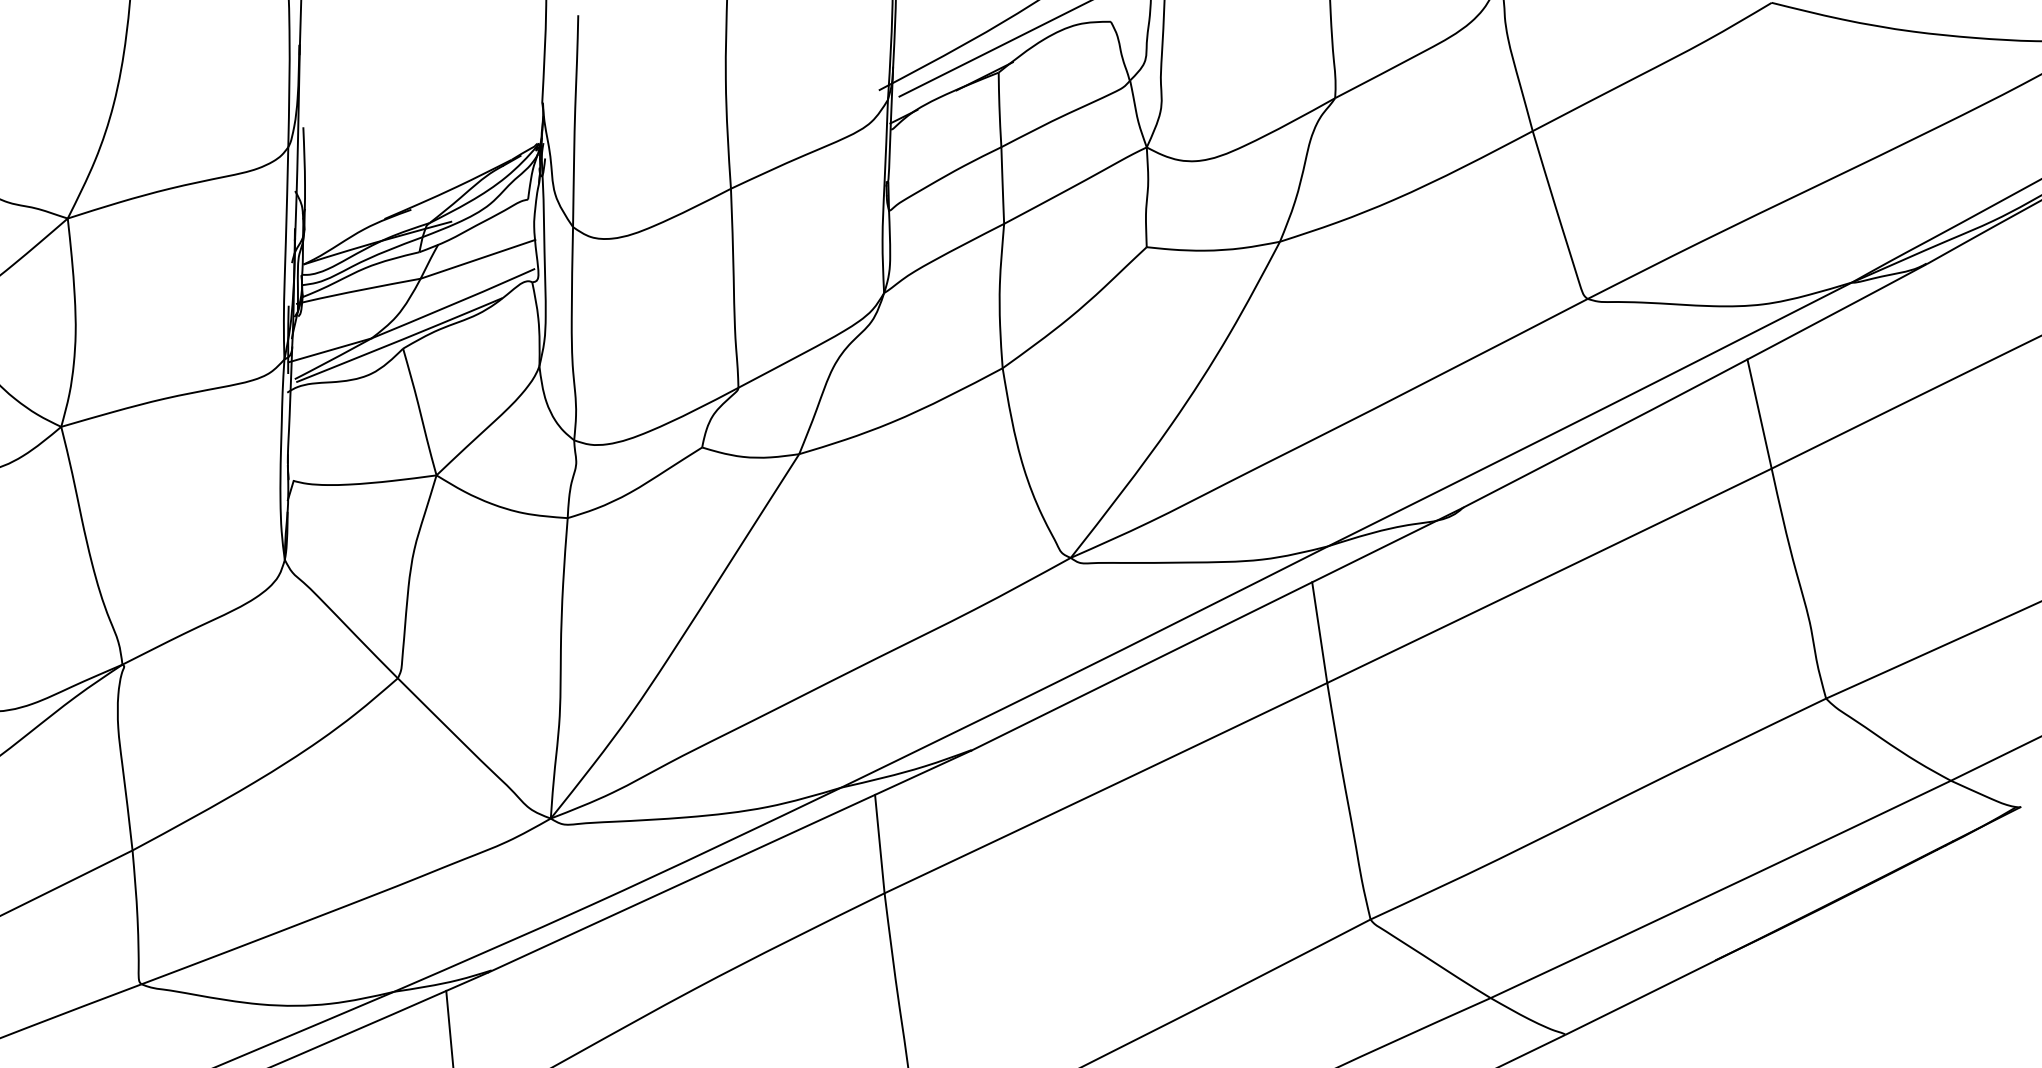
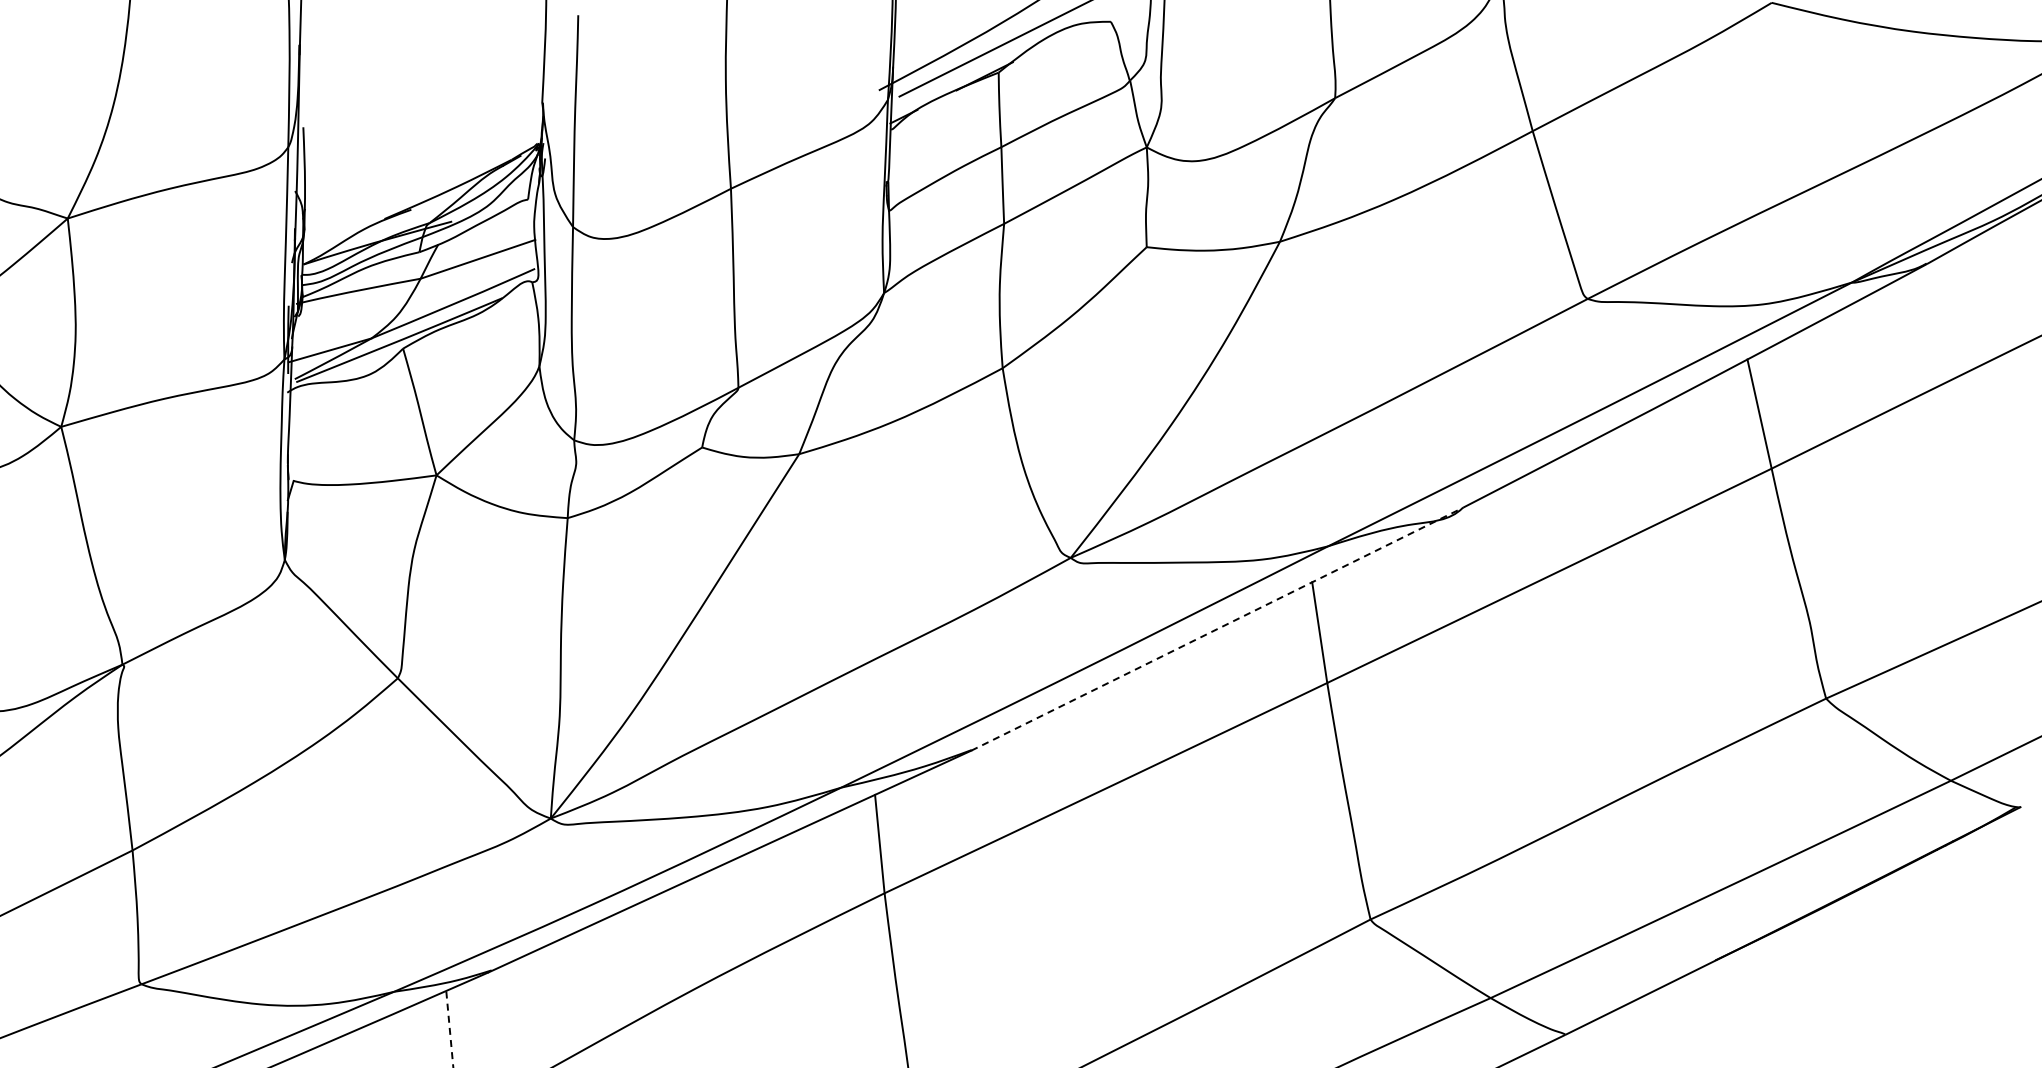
line at (1217, 628): solid -> dashed
line at (449, 1028): solid -> dashed
